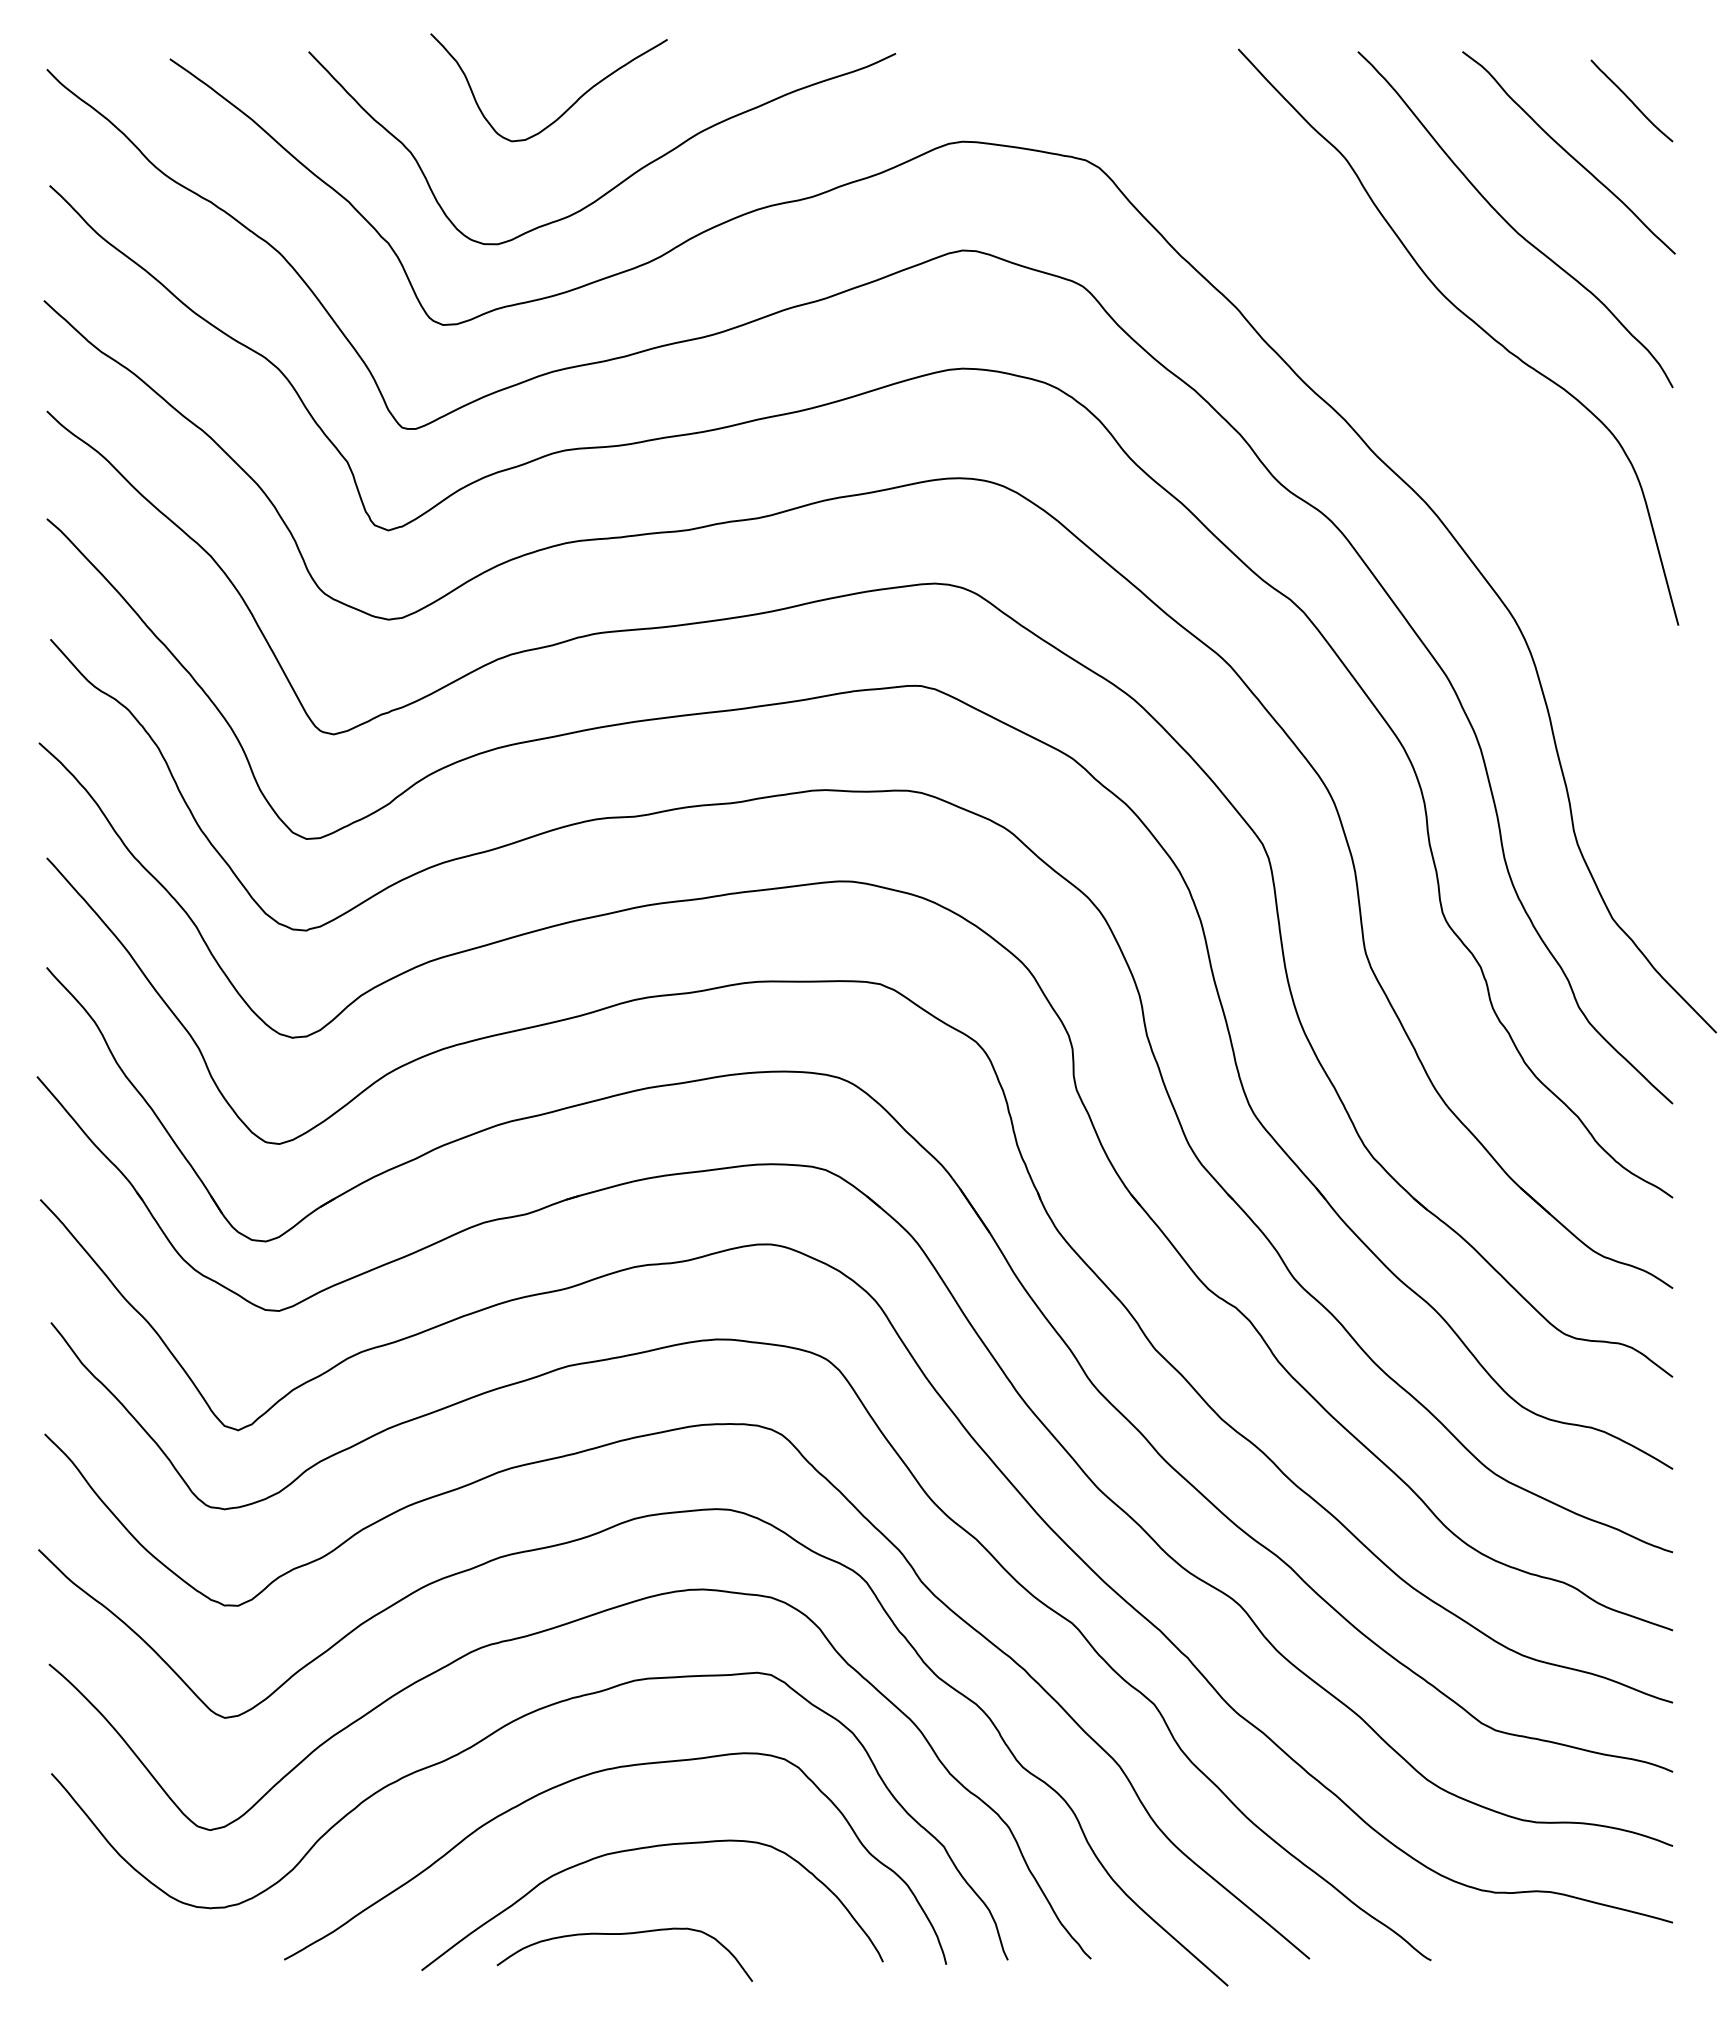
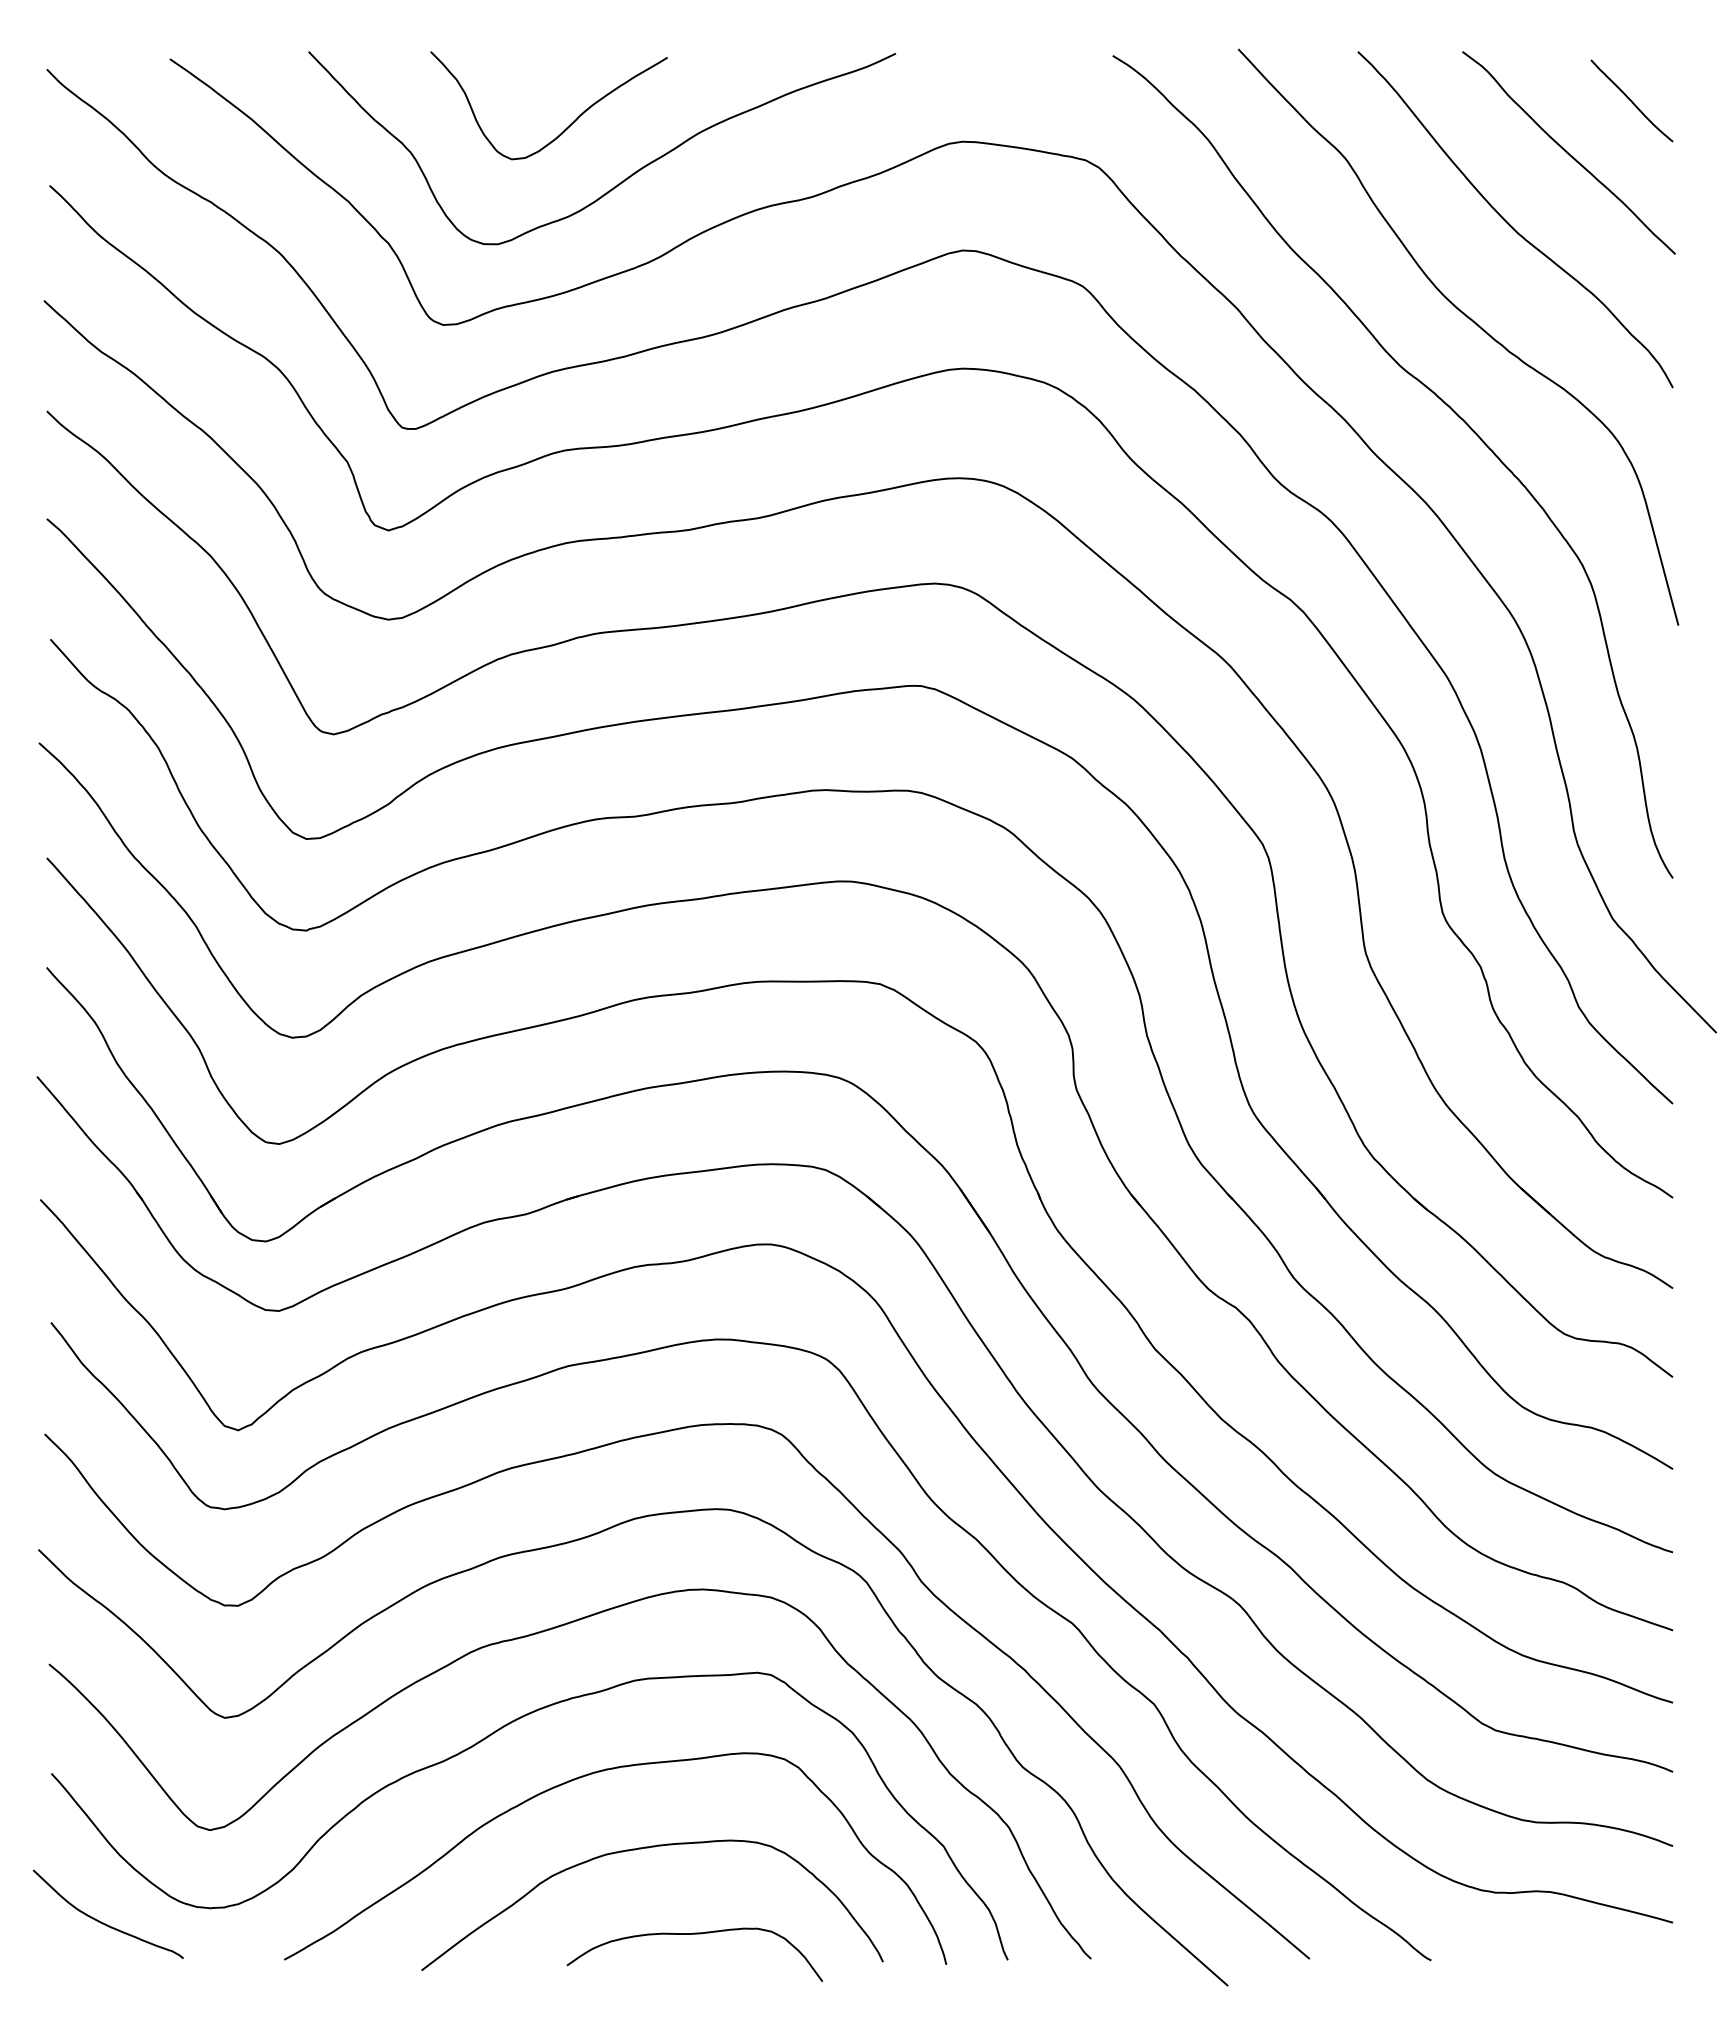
curve at (568, 107) position: (568, 107) -> (568, 125)
curve at (1442, 402): none -> present
curve at (103, 1922): none -> present
curve at (624, 1934) position: (624, 1934) -> (694, 1934)
